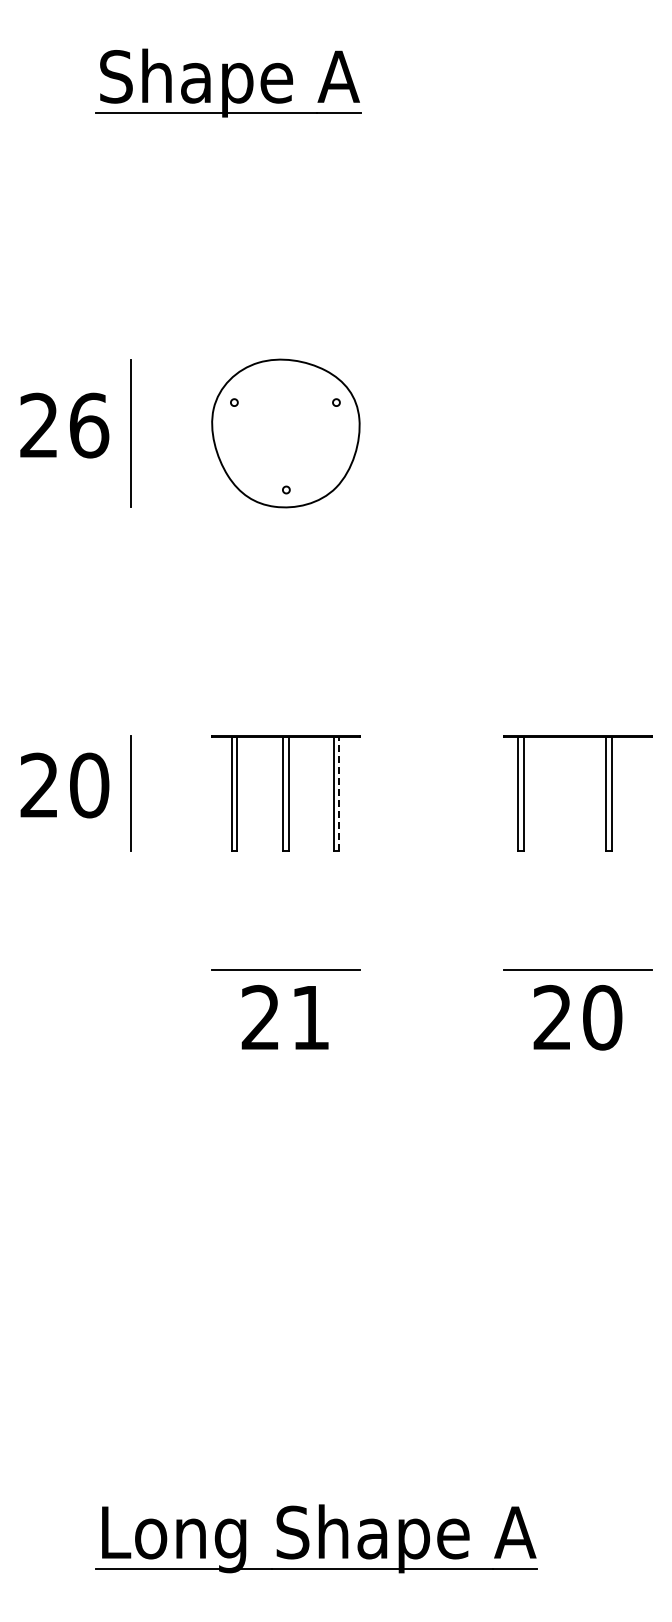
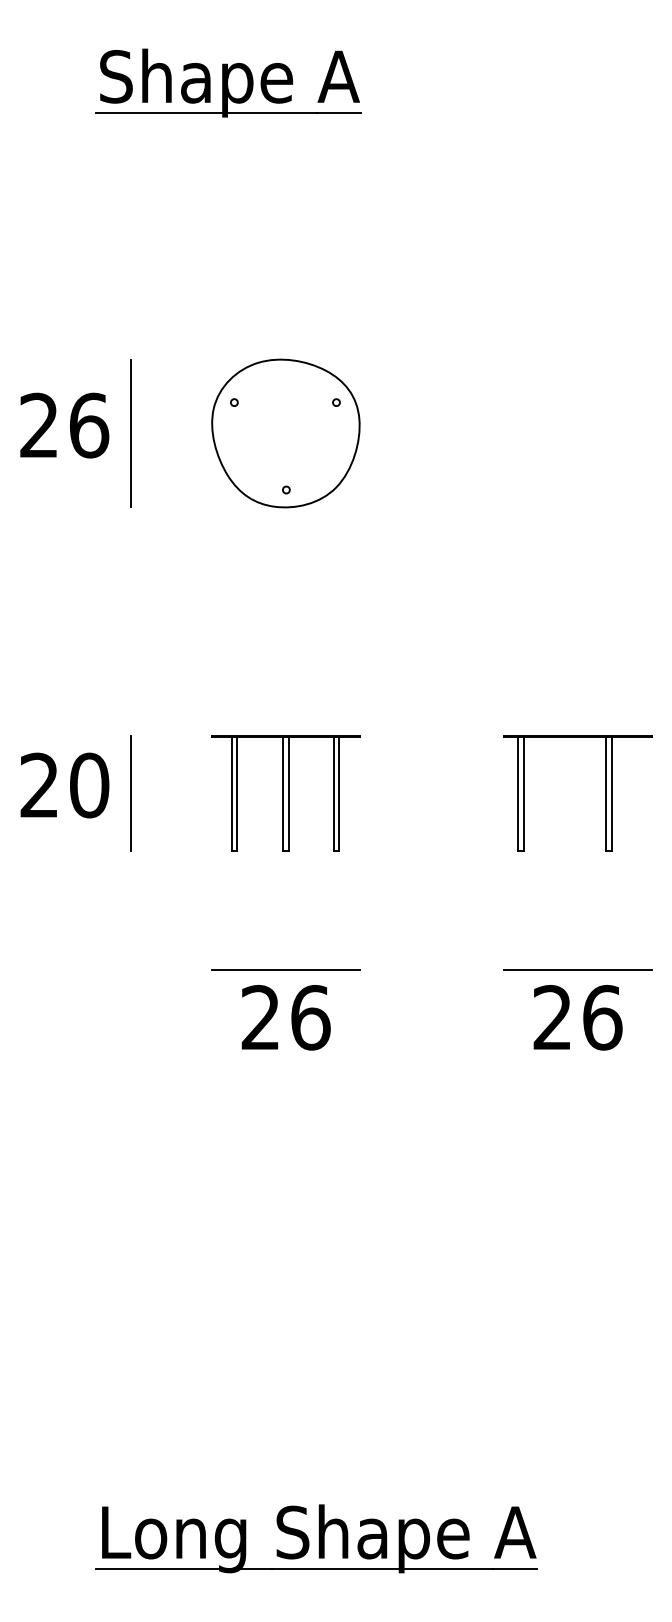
line at (339, 794): dashed -> solid
text at (310, 1017): 21 -> 26
text at (602, 1017): 20 -> 26
